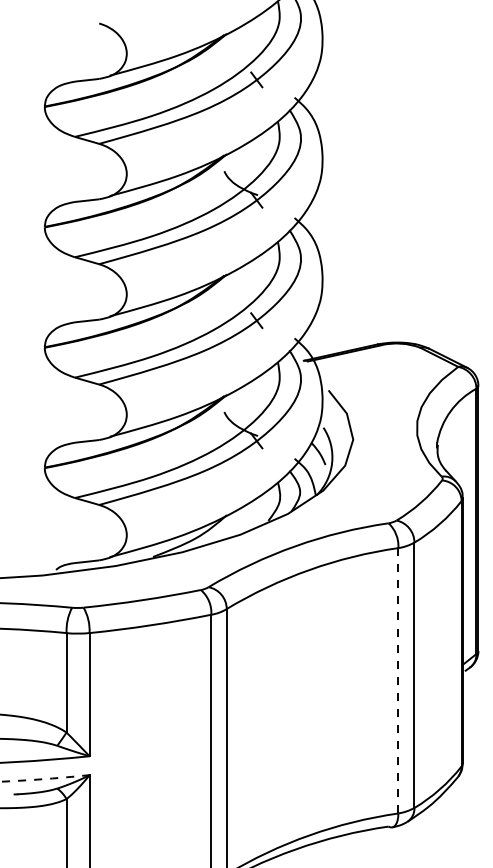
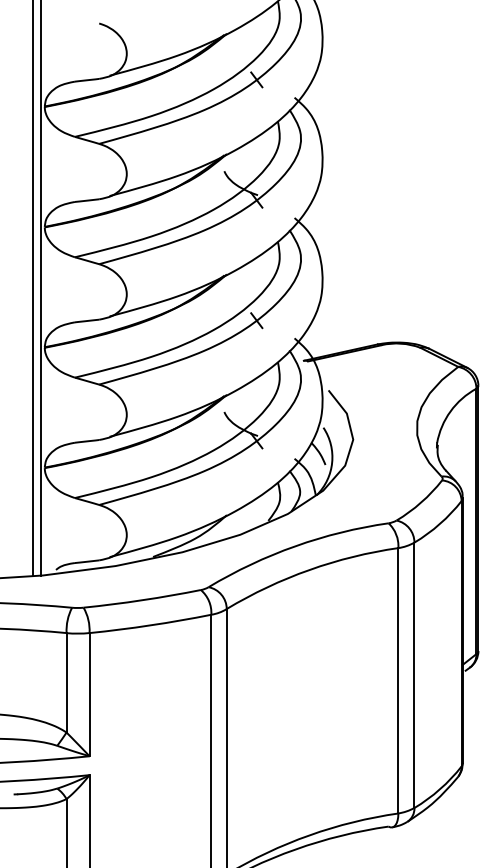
line at (40, 288): none -> present
line at (33, 289): none -> present
line at (398, 680): dashed -> solid
arc at (45, 778): dashed -> solid
